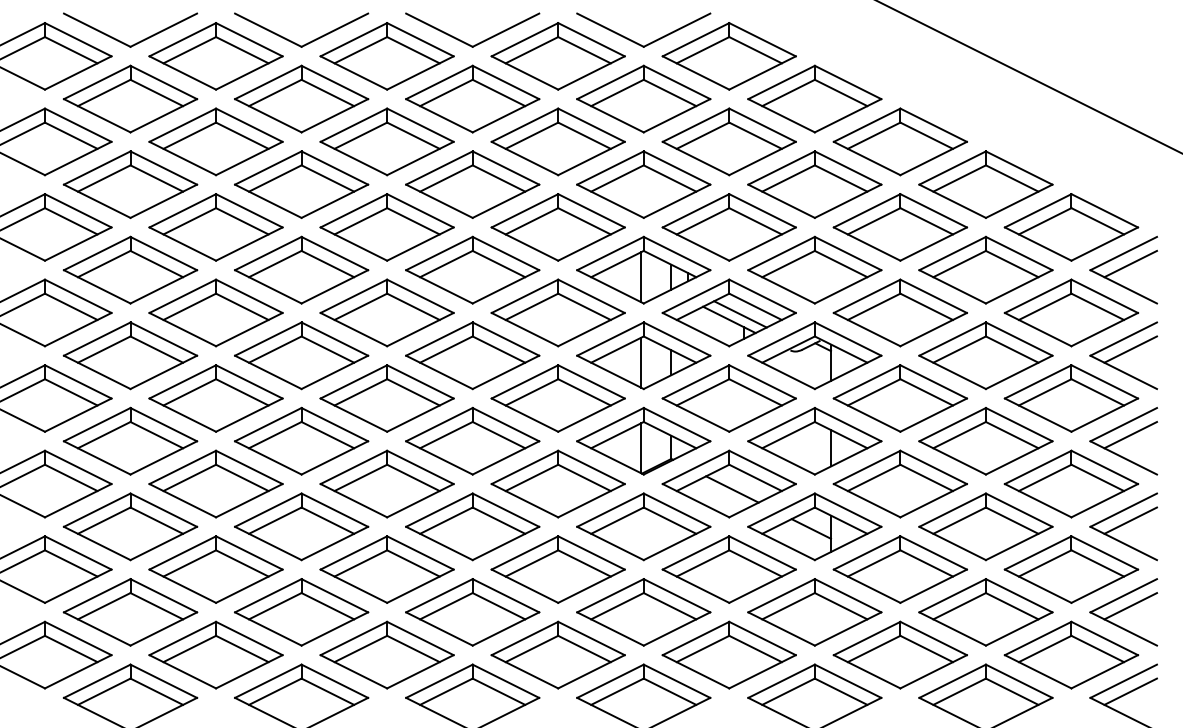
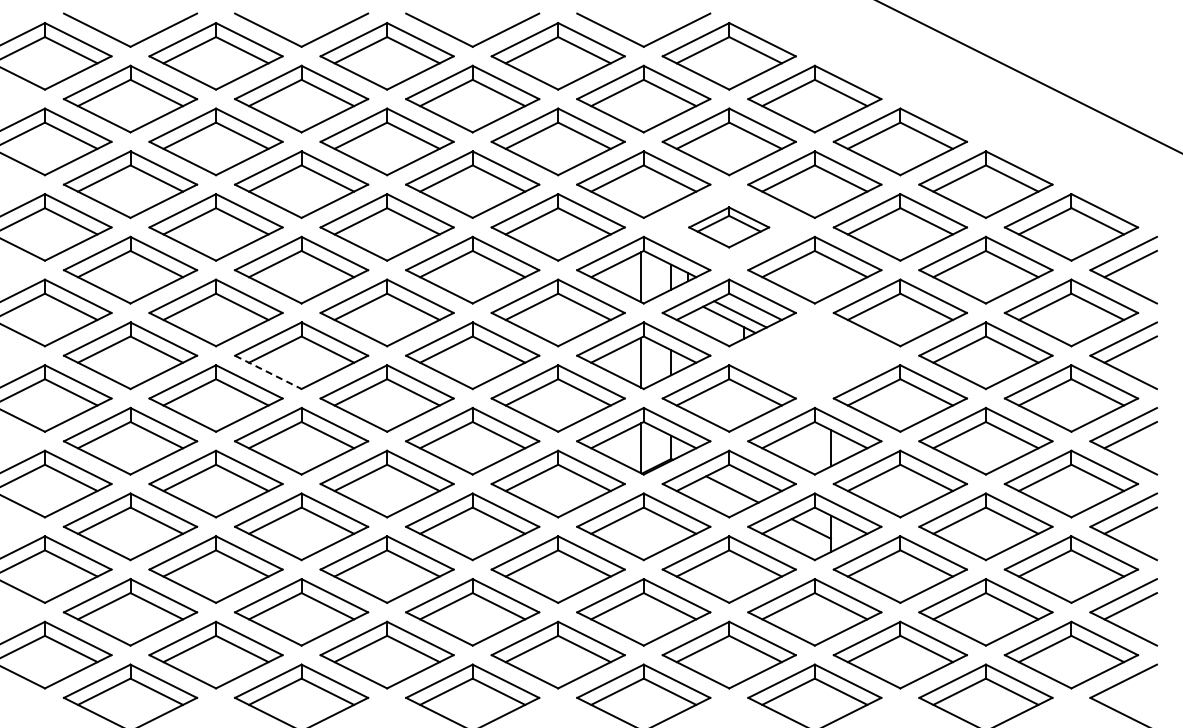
part at (728, 227) size: 136x69 px -> 83x43 px
part at (814, 355): present -> none
line at (268, 372): solid -> dashed
line at (1130, 691): present -> none
